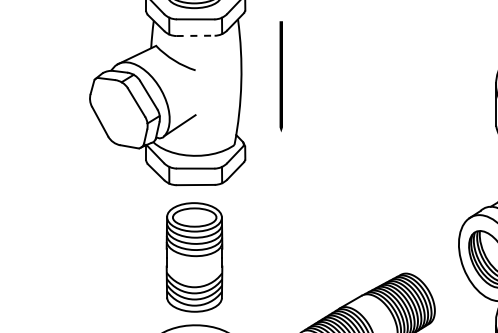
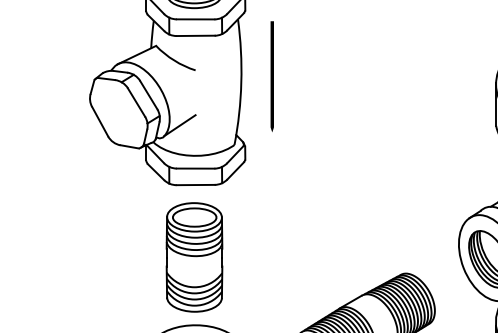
line at (196, 35): dashed -> solid
line at (280, 76) position: (280, 76) -> (271, 76)
